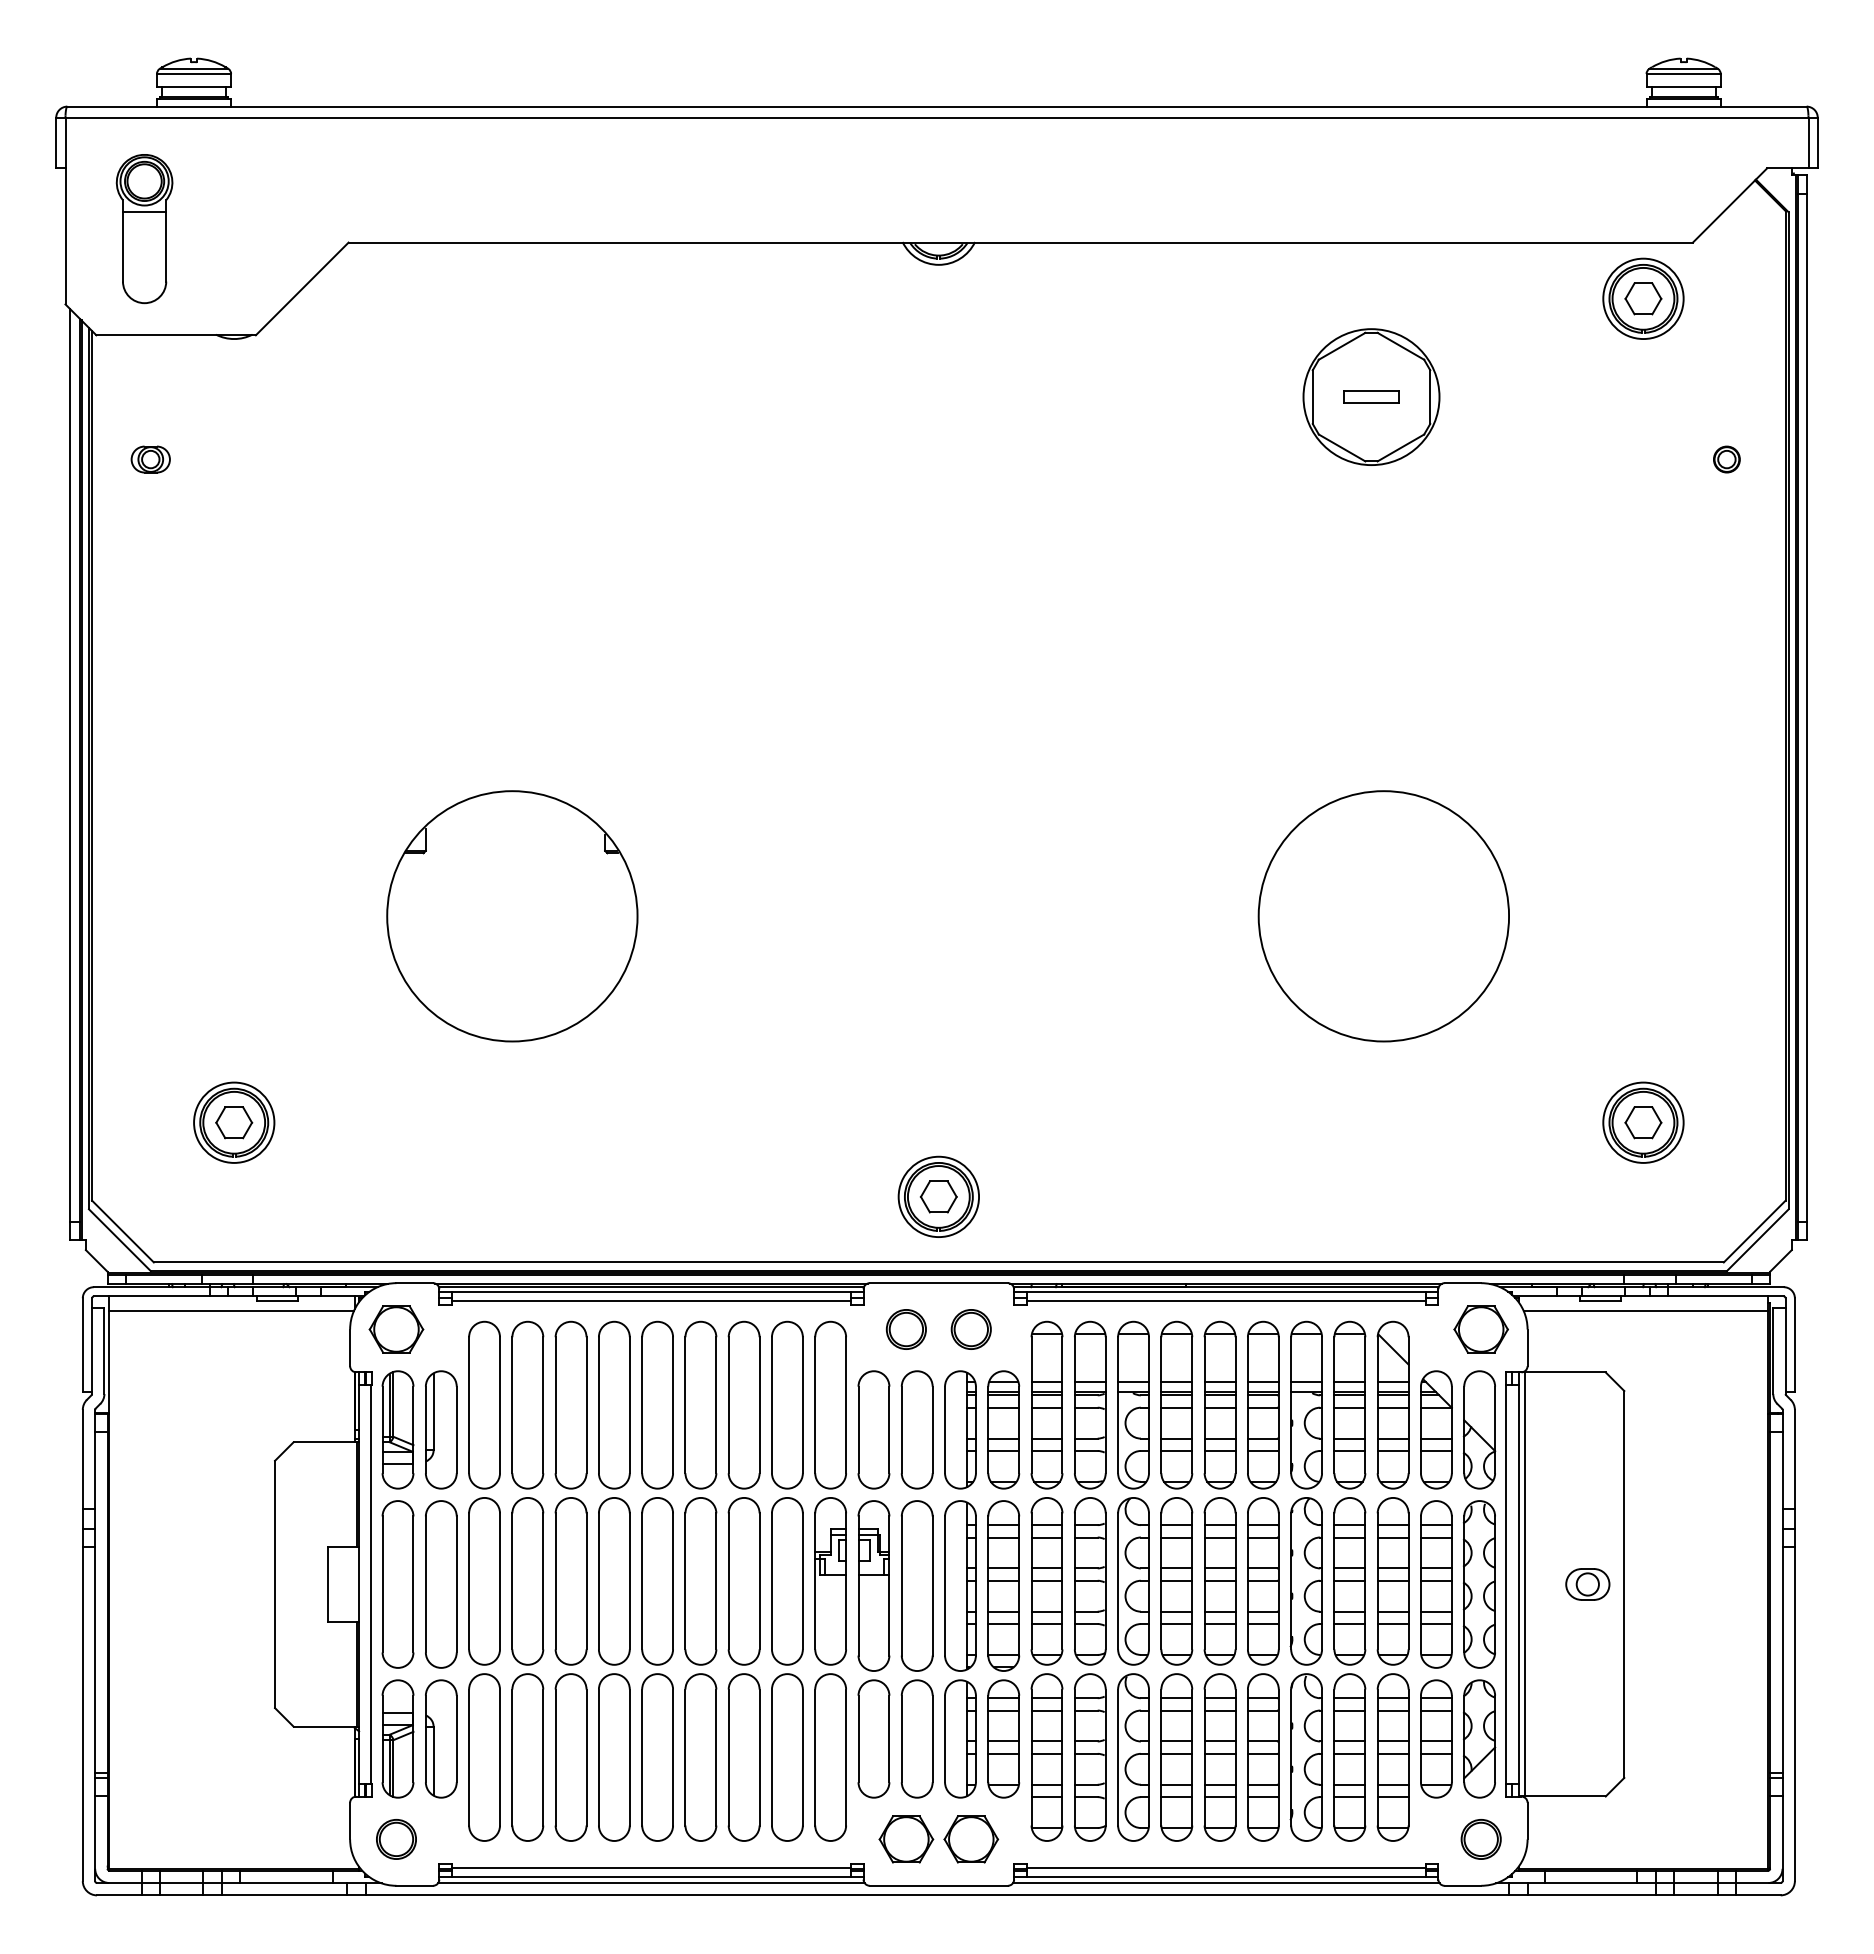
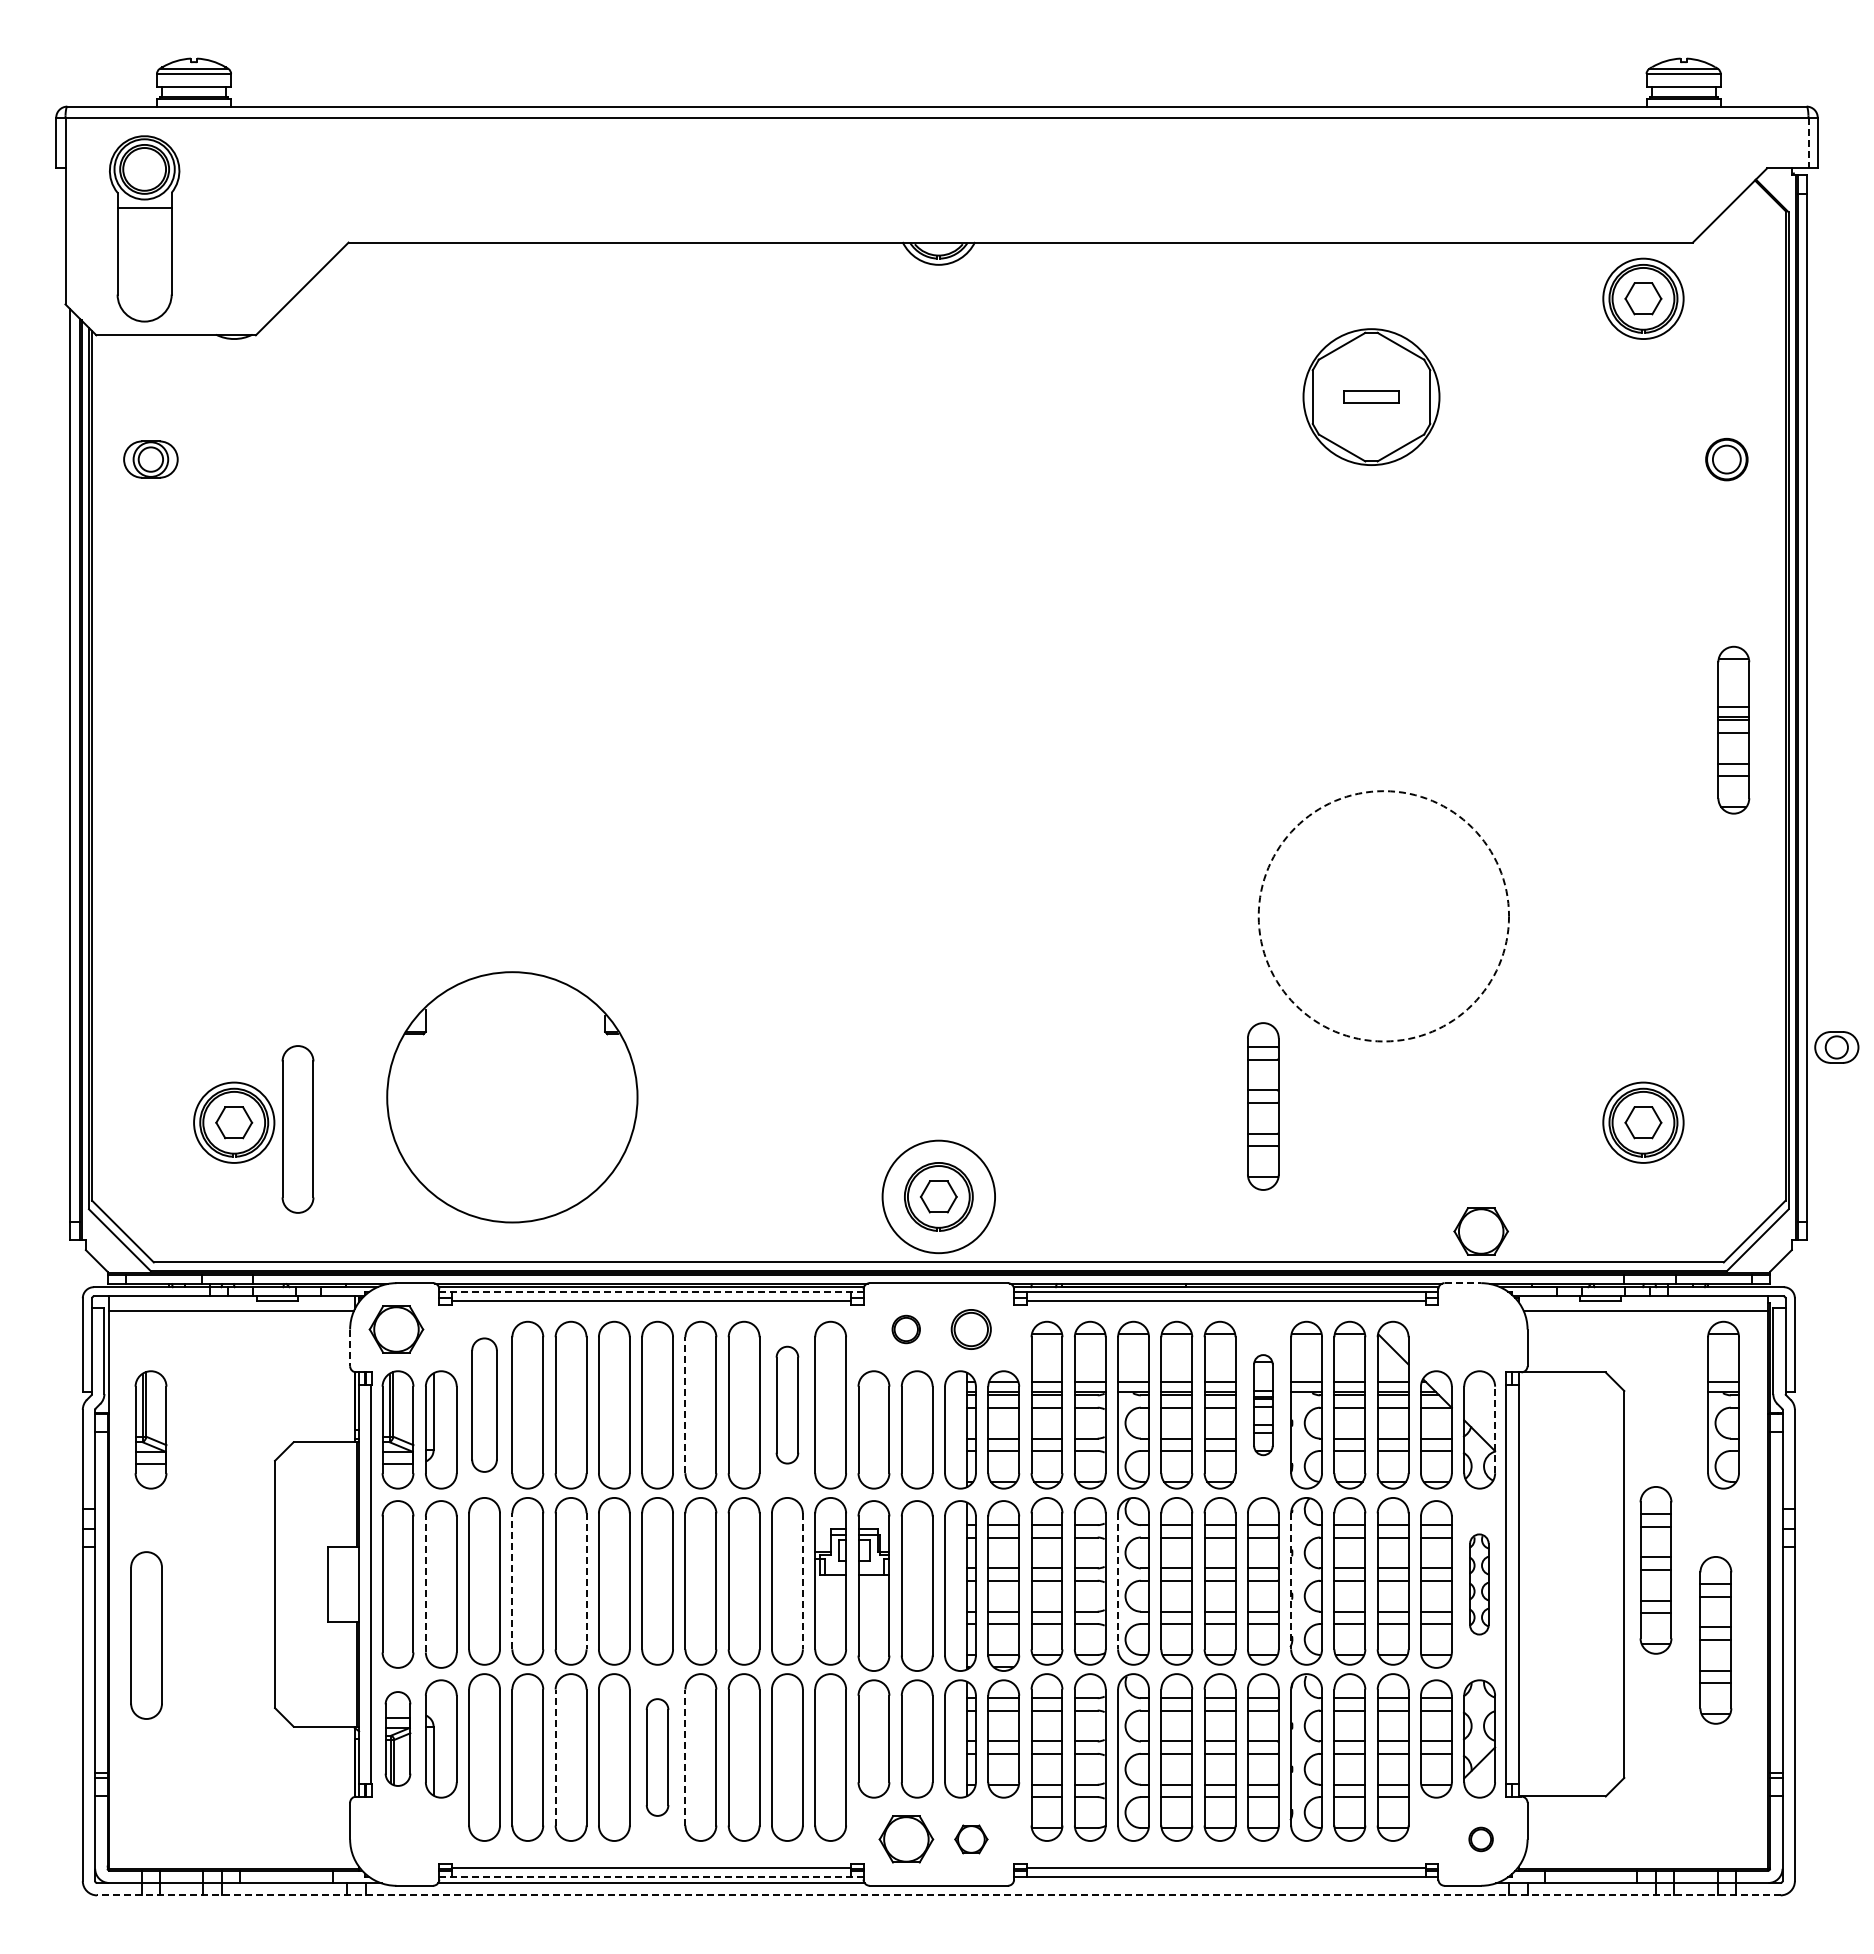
line at (1808, 143): solid -> dashed
part at (144, 229) size: 59x151 px -> 72x188 px
part at (150, 459) size: 41x29 px -> 56x39 px
part at (1726, 459) size: 28x29 px -> 44x44 px
part at (1733, 729): none -> present
part at (512, 916) position: (512, 916) -> (512, 1097)
circle at (1383, 916): solid -> dashed
part at (1263, 1106): none -> present
part at (297, 1129): none -> present
circle at (938, 1196) diameter: 80 px -> 112 px
line at (1463, 1283): solid -> dashed
line at (651, 1292): solid -> dashed
part at (905, 1329) size: 42x41 px -> 30x31 px
part at (1480, 1329) position: (1480, 1329) -> (1480, 1231)
line at (350, 1348): solid -> dashed
part at (484, 1404) size: 33x170 px -> 27x136 px
part at (787, 1404) size: 33x170 px -> 25x120 px
part at (1263, 1404) size: 33x170 px -> 21x103 px
part at (1723, 1404): none -> present
line at (685, 1405): solid -> dashed
part at (150, 1429): none -> present
line at (1495, 1429): solid -> dashed
part at (1655, 1570): none -> present
line at (512, 1581): solid -> dashed
line at (586, 1581): solid -> dashed
line at (802, 1581): solid -> dashed
line at (1118, 1581): solid -> dashed
line at (1291, 1581): solid -> dashed
line at (425, 1584): solid -> dashed
part at (1478, 1584) size: 34x169 px -> 21x103 px
line at (1524, 1584): present -> none
part at (1587, 1584) position: (1587, 1584) -> (1836, 1047)
part at (146, 1635): none -> present
part at (1715, 1640): none -> present
part at (397, 1738) size: 34x120 px -> 28x96 px
line at (555, 1757): solid -> dashed
part at (657, 1757) size: 33x169 px -> 25x119 px
line at (685, 1757): solid -> dashed
part at (396, 1839): present -> none
part at (971, 1839) size: 57x49 px -> 35x31 px
part at (1480, 1839) size: 42x41 px -> 26x27 px
line at (651, 1876): solid -> dashed
line at (1225, 1883): present -> none
line at (938, 1895): solid -> dashed
